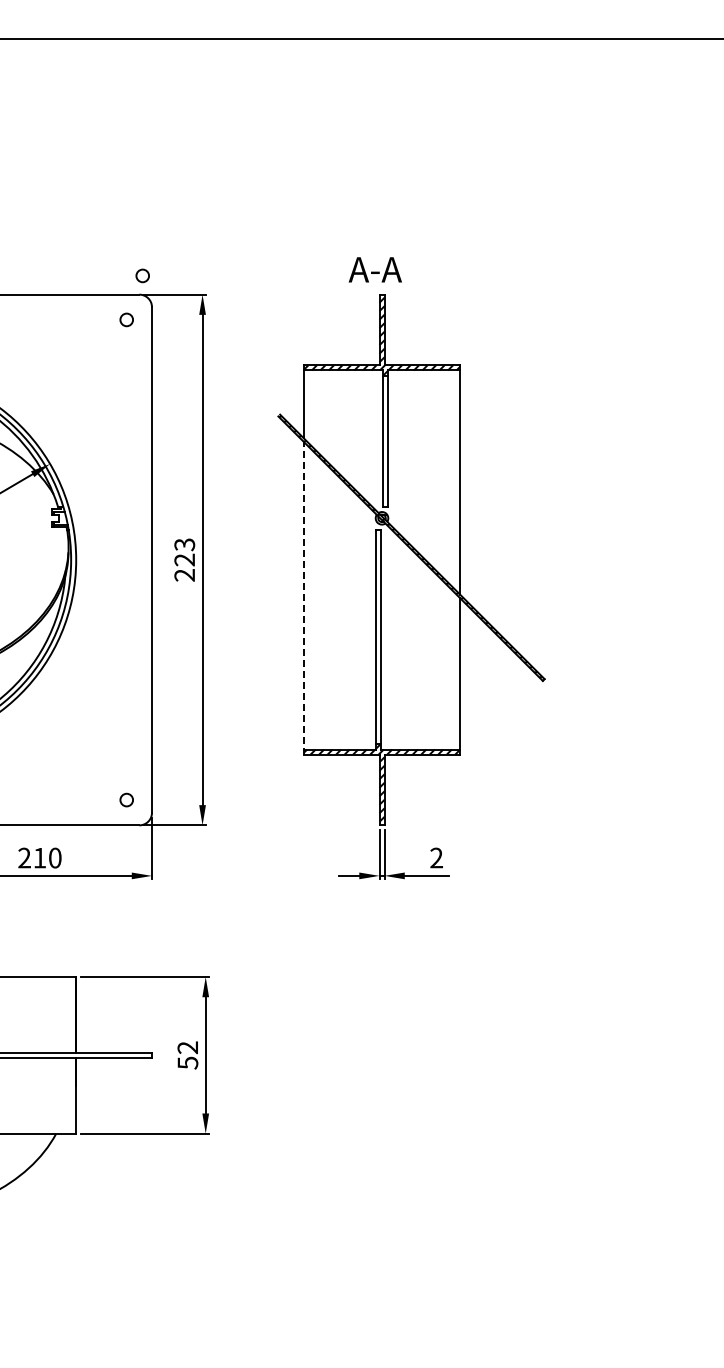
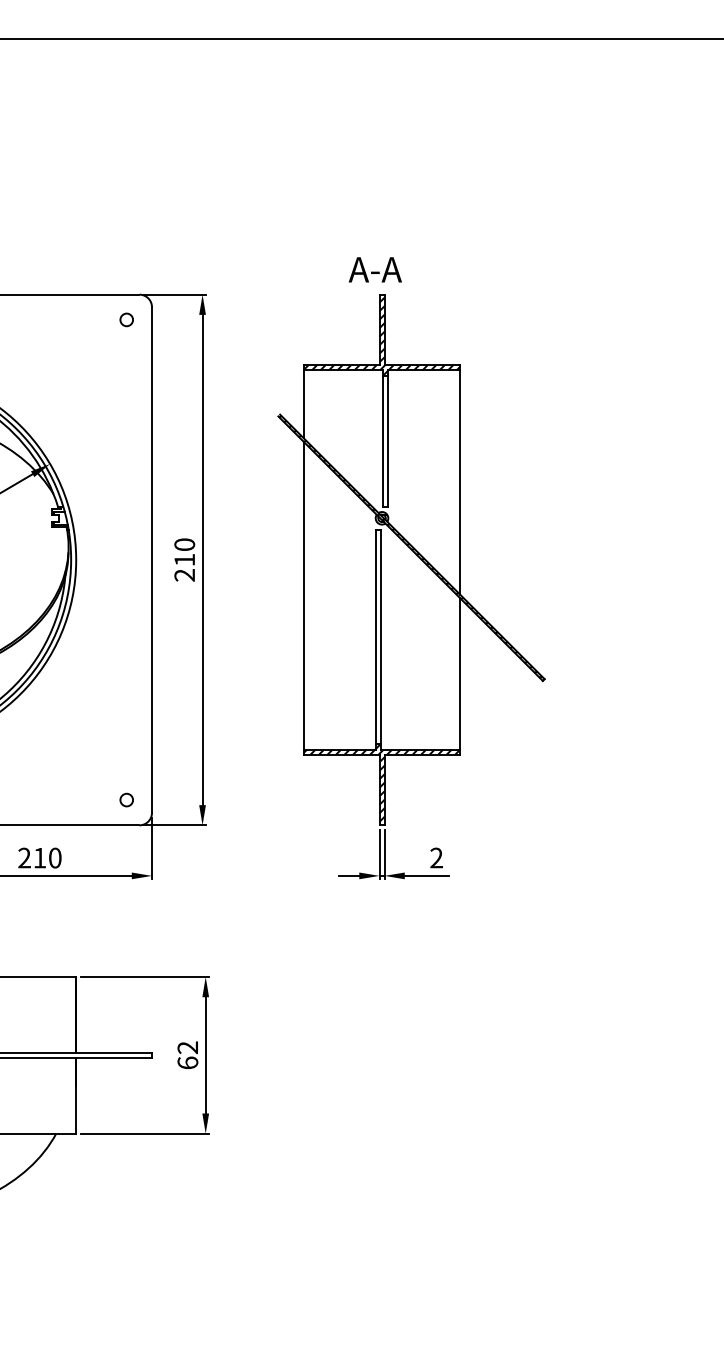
circle at (142, 275): present -> none
text at (184, 552): 223 -> 210
line at (303, 597): dashed -> solid
text at (187, 1062): 52 -> 62
